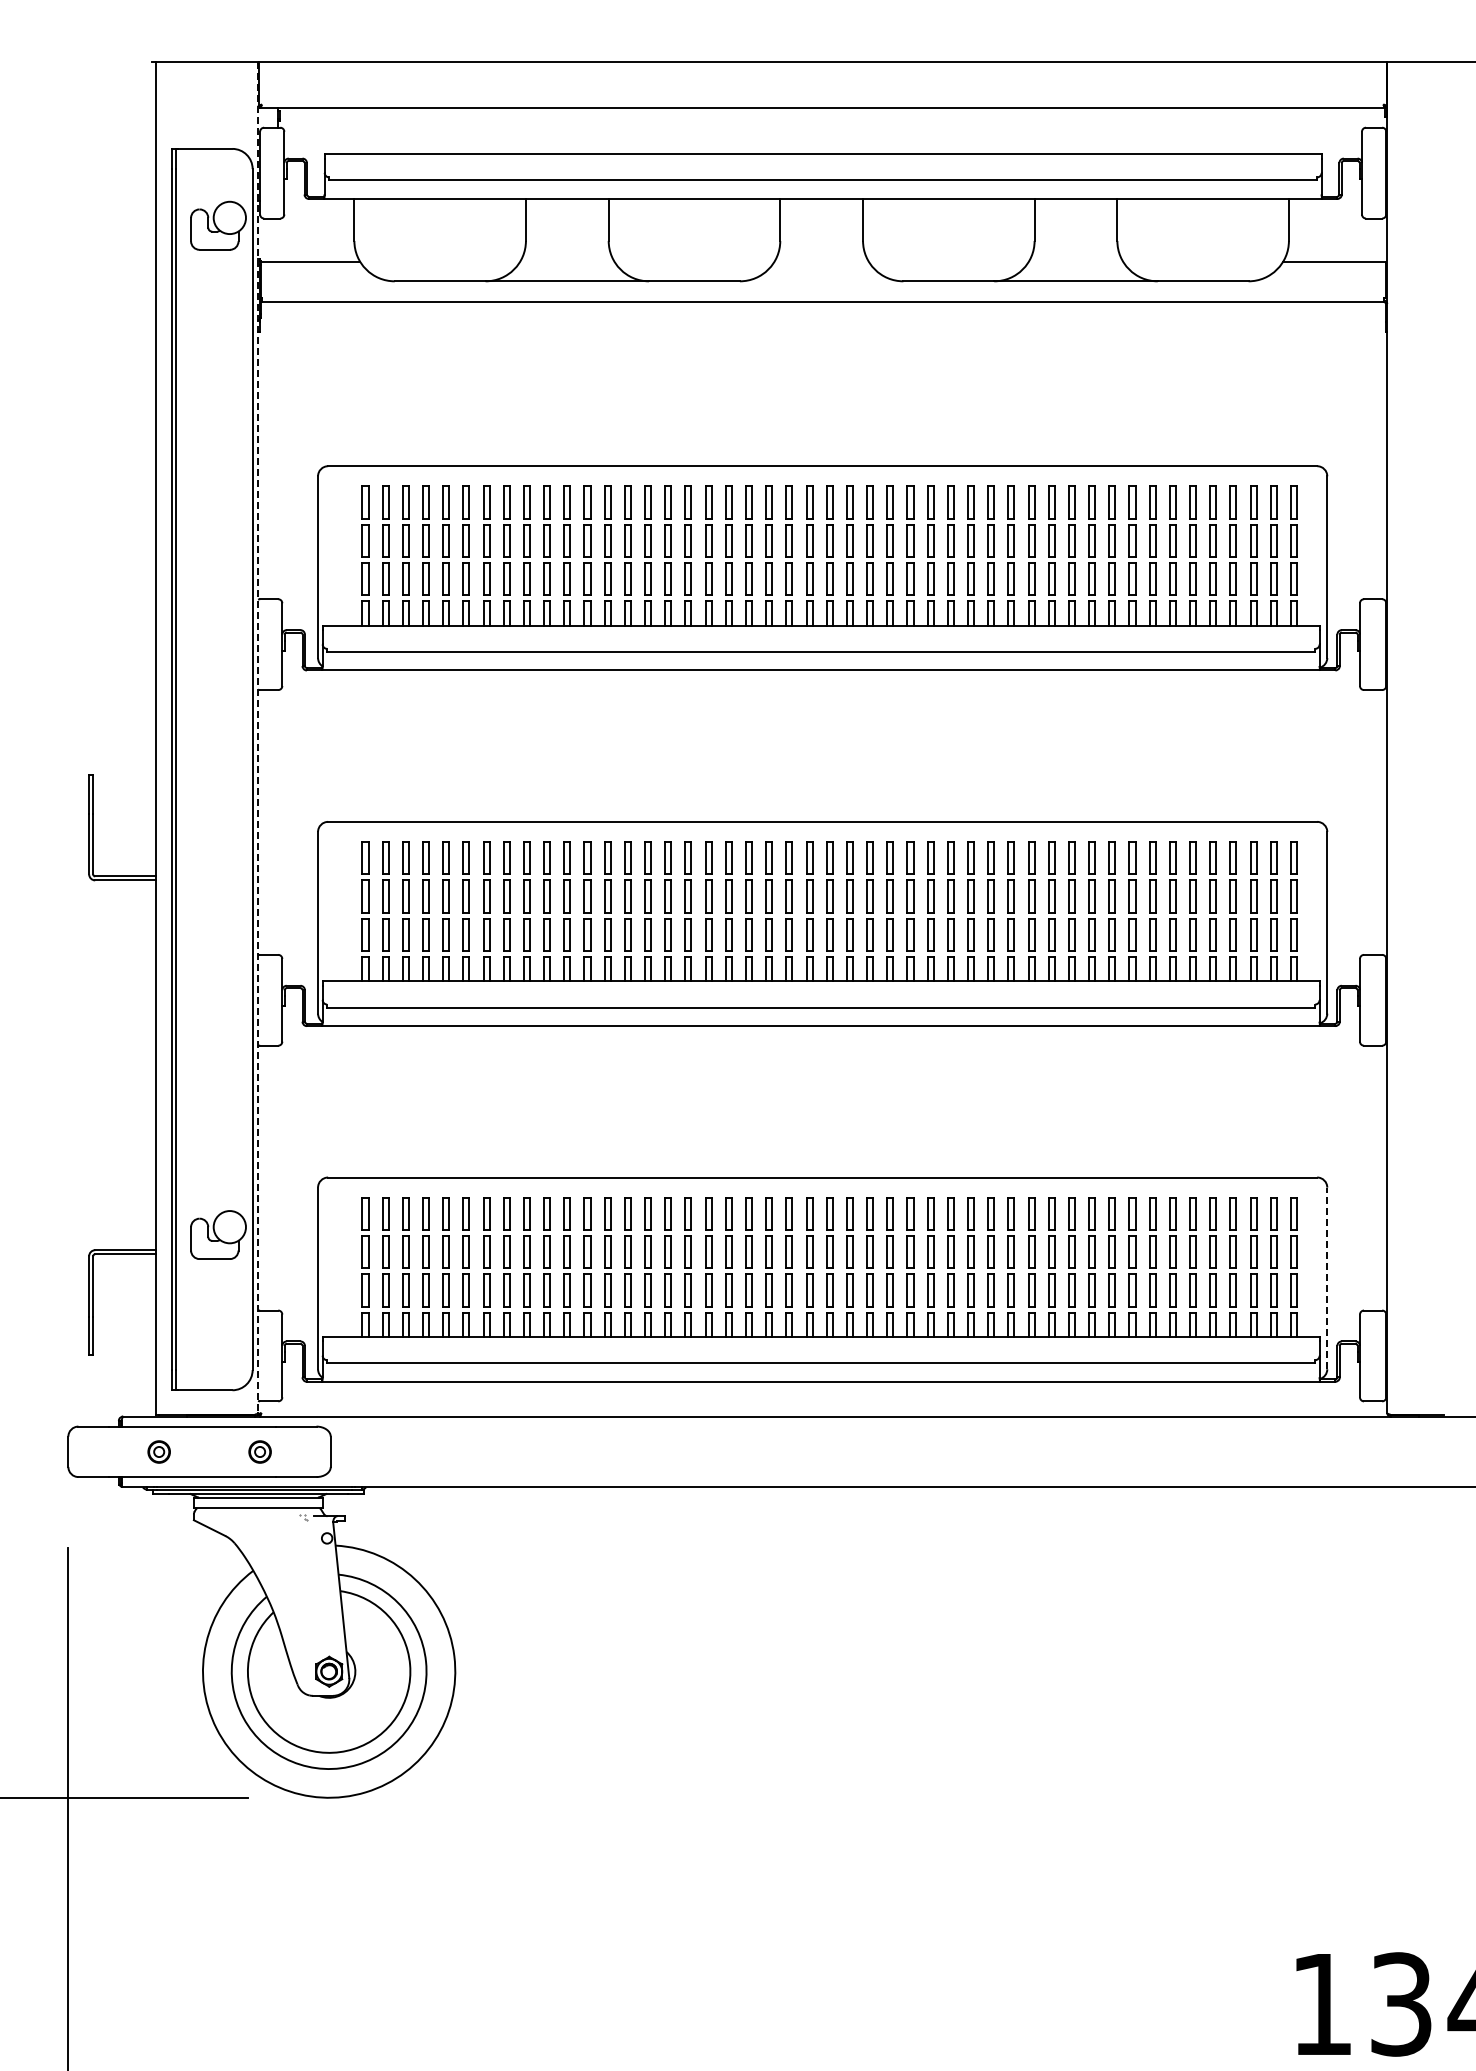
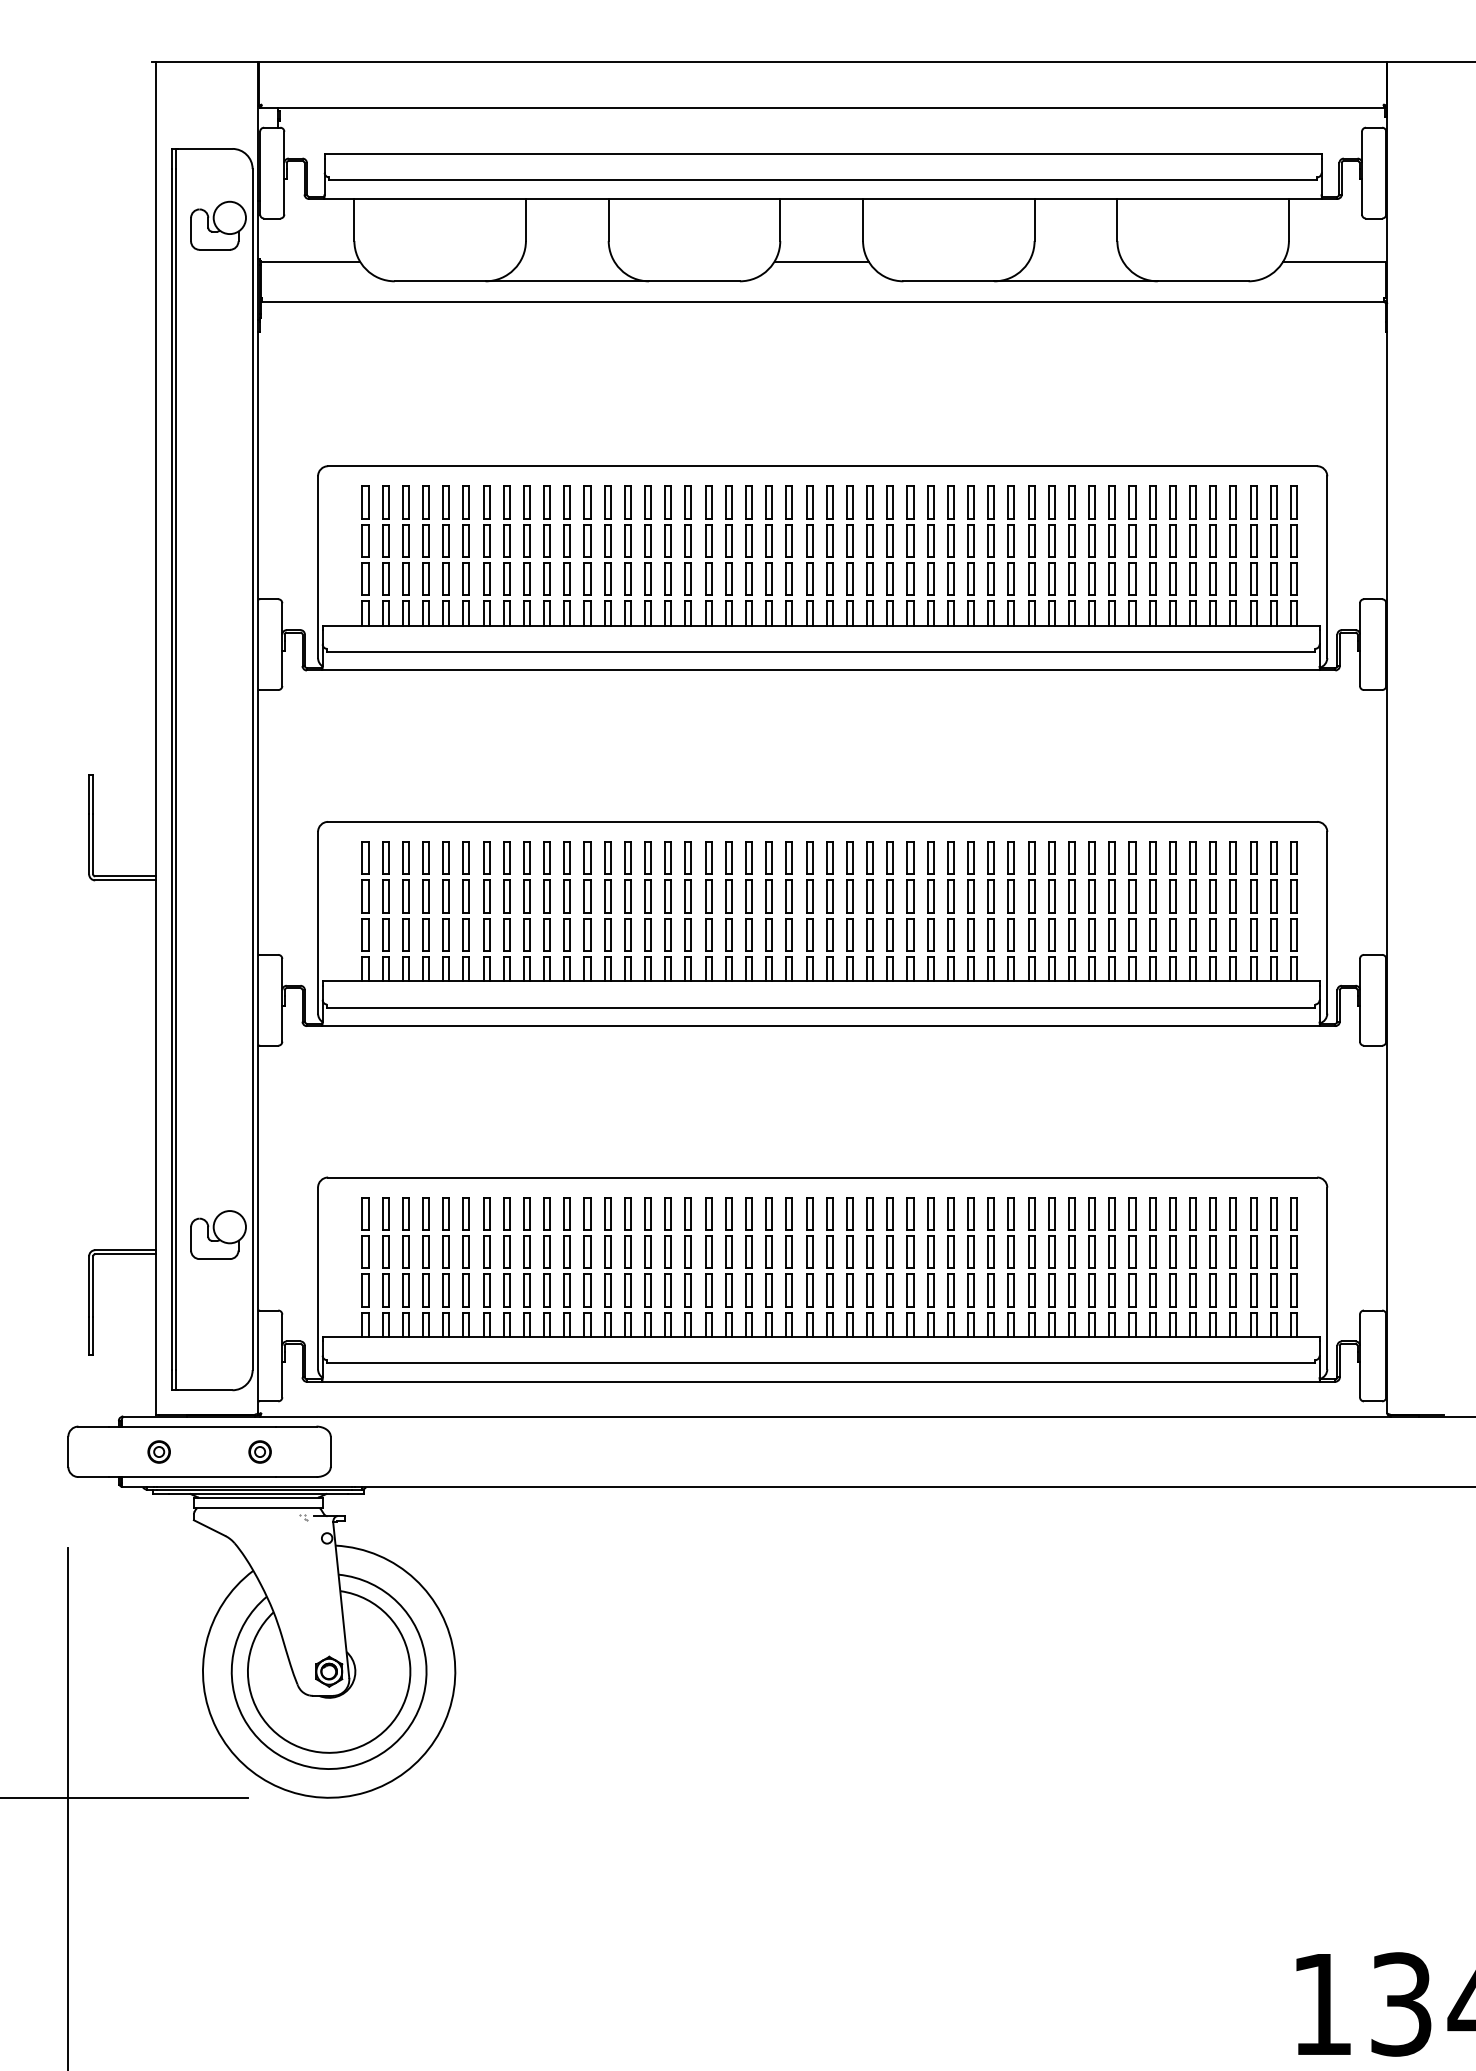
line at (821, 261): none -> present
line at (258, 738): dashed -> solid
line at (1327, 1278): dashed -> solid
